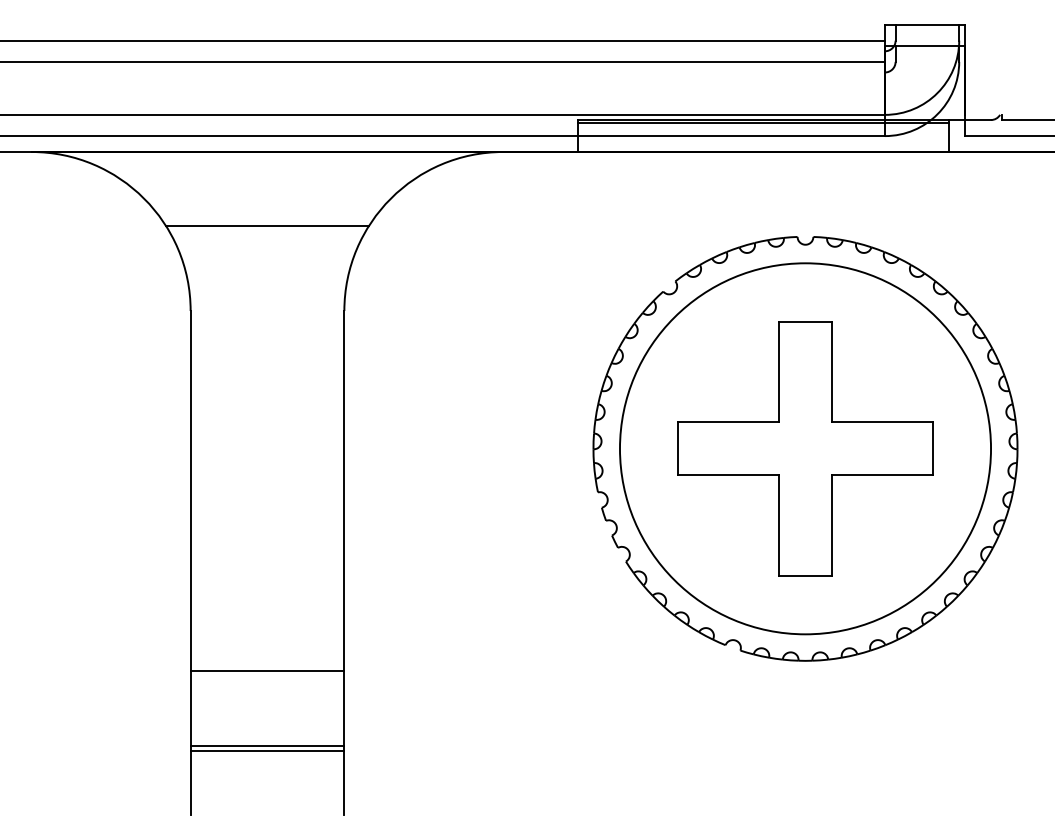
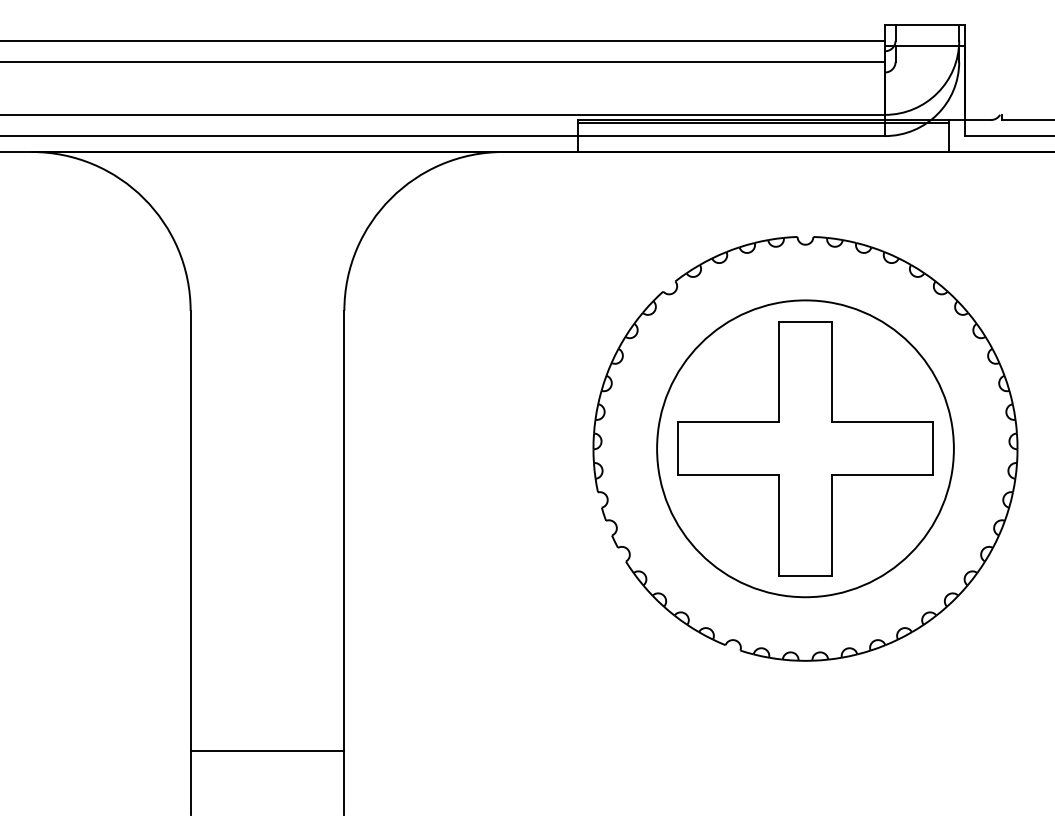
line at (267, 226): present -> none
circle at (805, 448) diameter: 371 px -> 297 px
line at (267, 671): present -> none
line at (267, 745): present -> none
